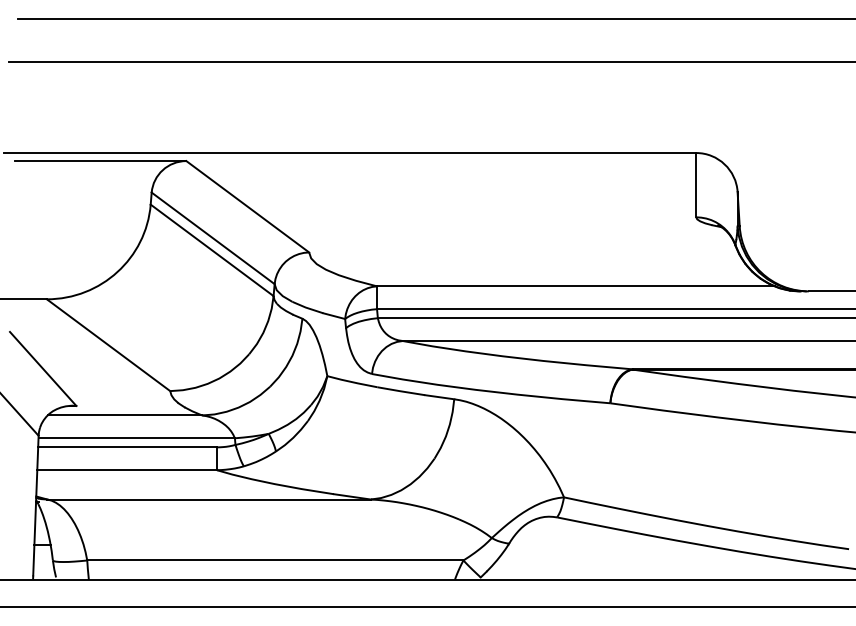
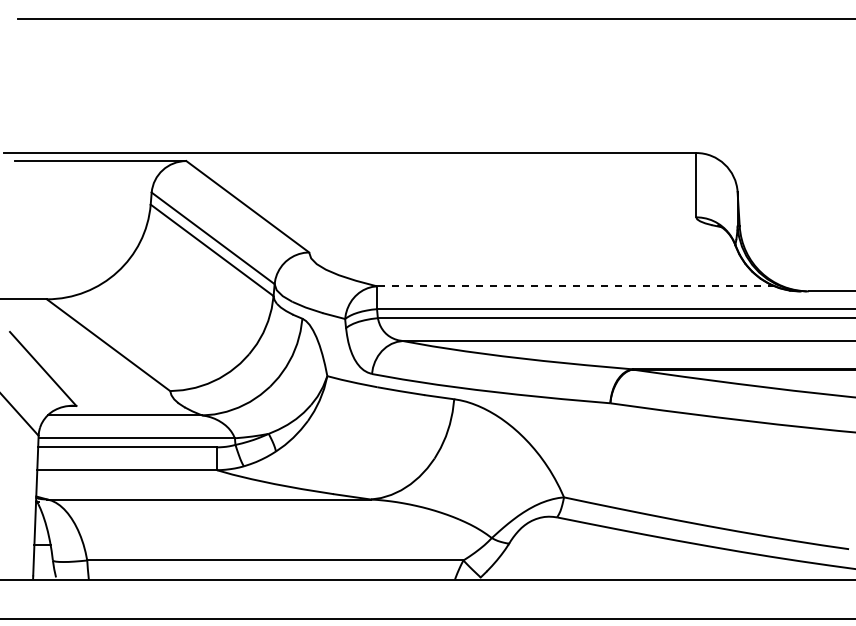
line at (430, 62): present -> none
line at (576, 286): solid -> dashed
line at (427, 607) position: (427, 607) -> (427, 619)
